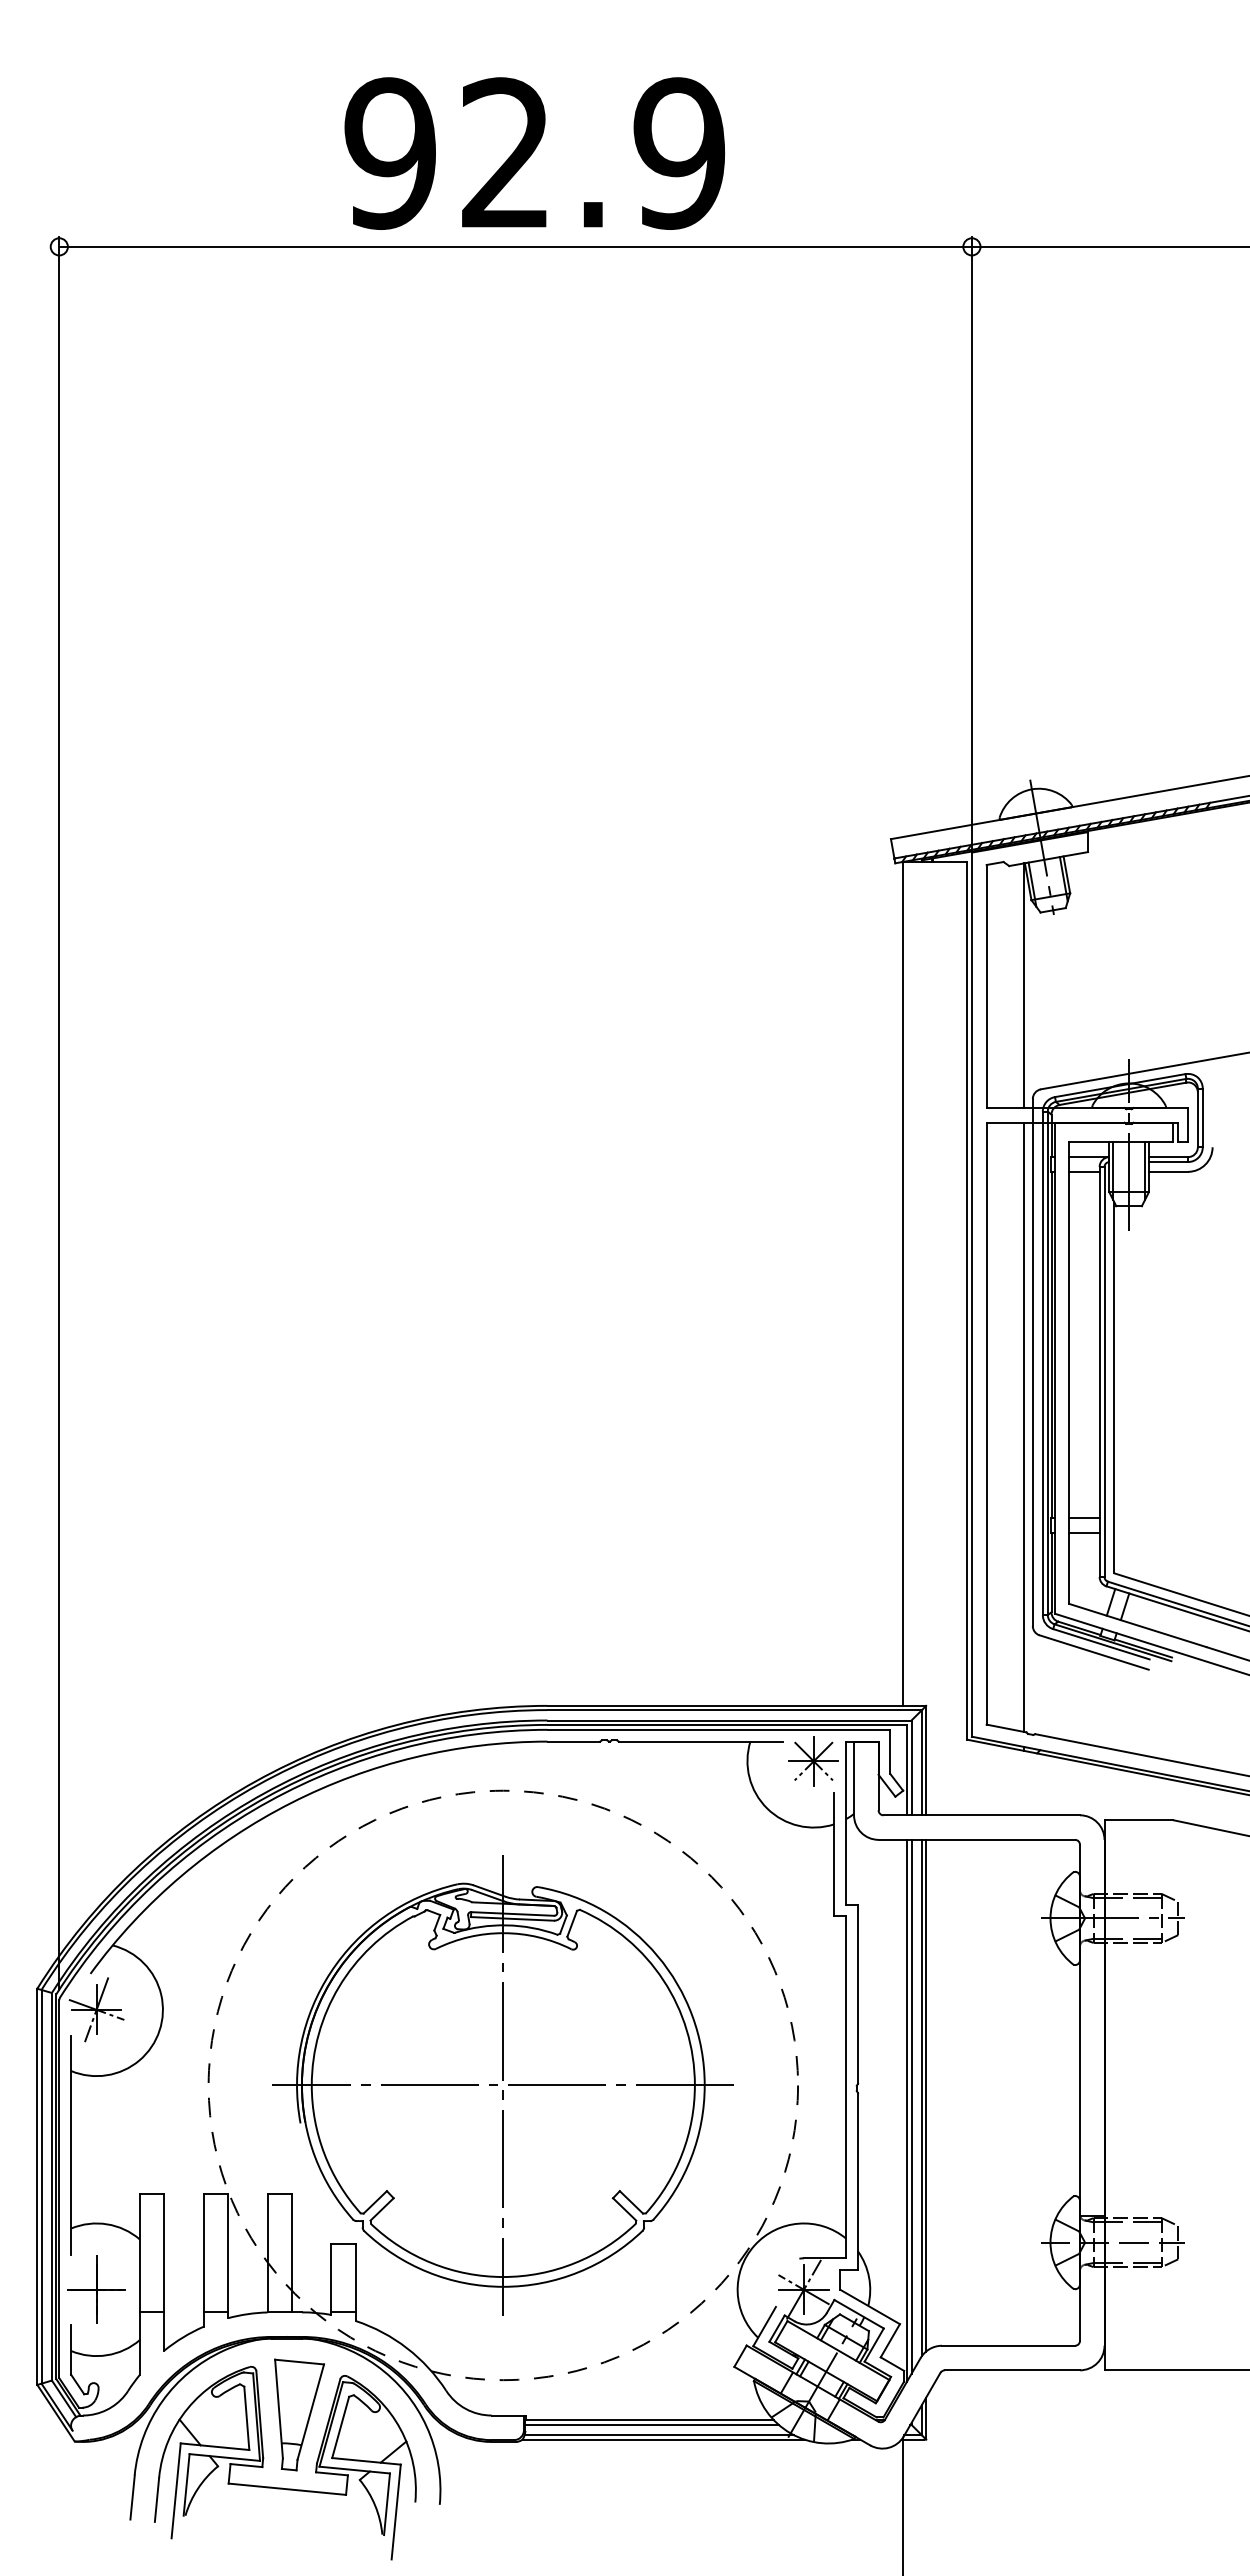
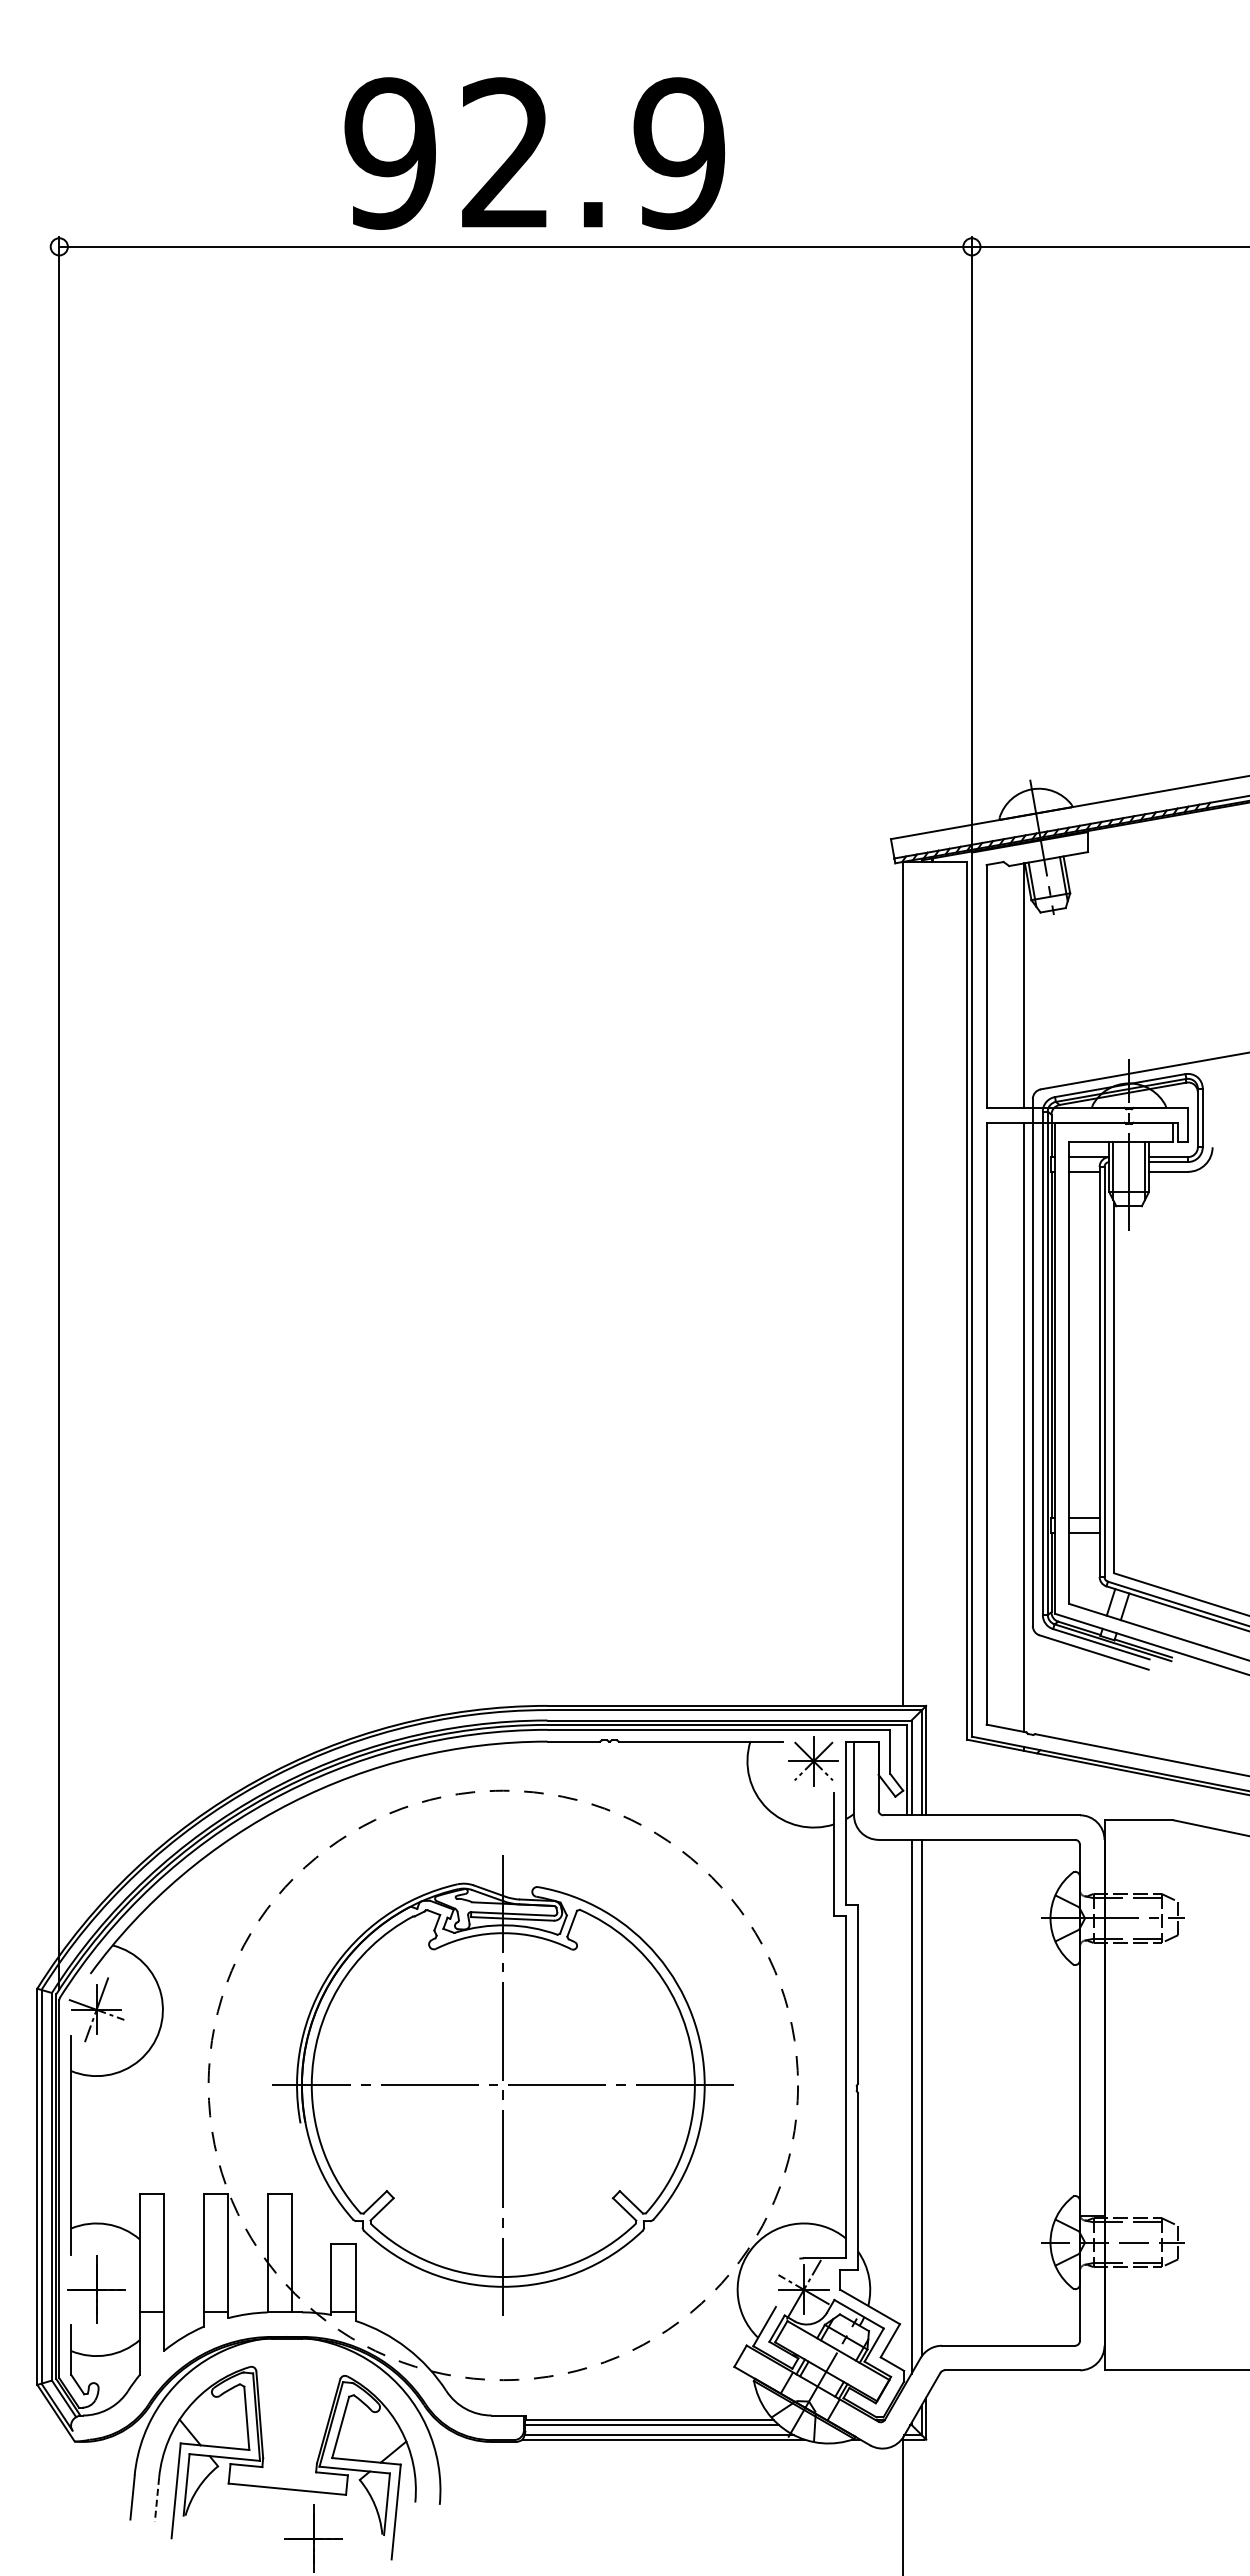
line at (926, 2095): present -> none
line at (907, 2110): present -> none
part at (299, 2414): present -> none
line at (156, 2500): solid -> dashed
part at (313, 2538): none -> present
